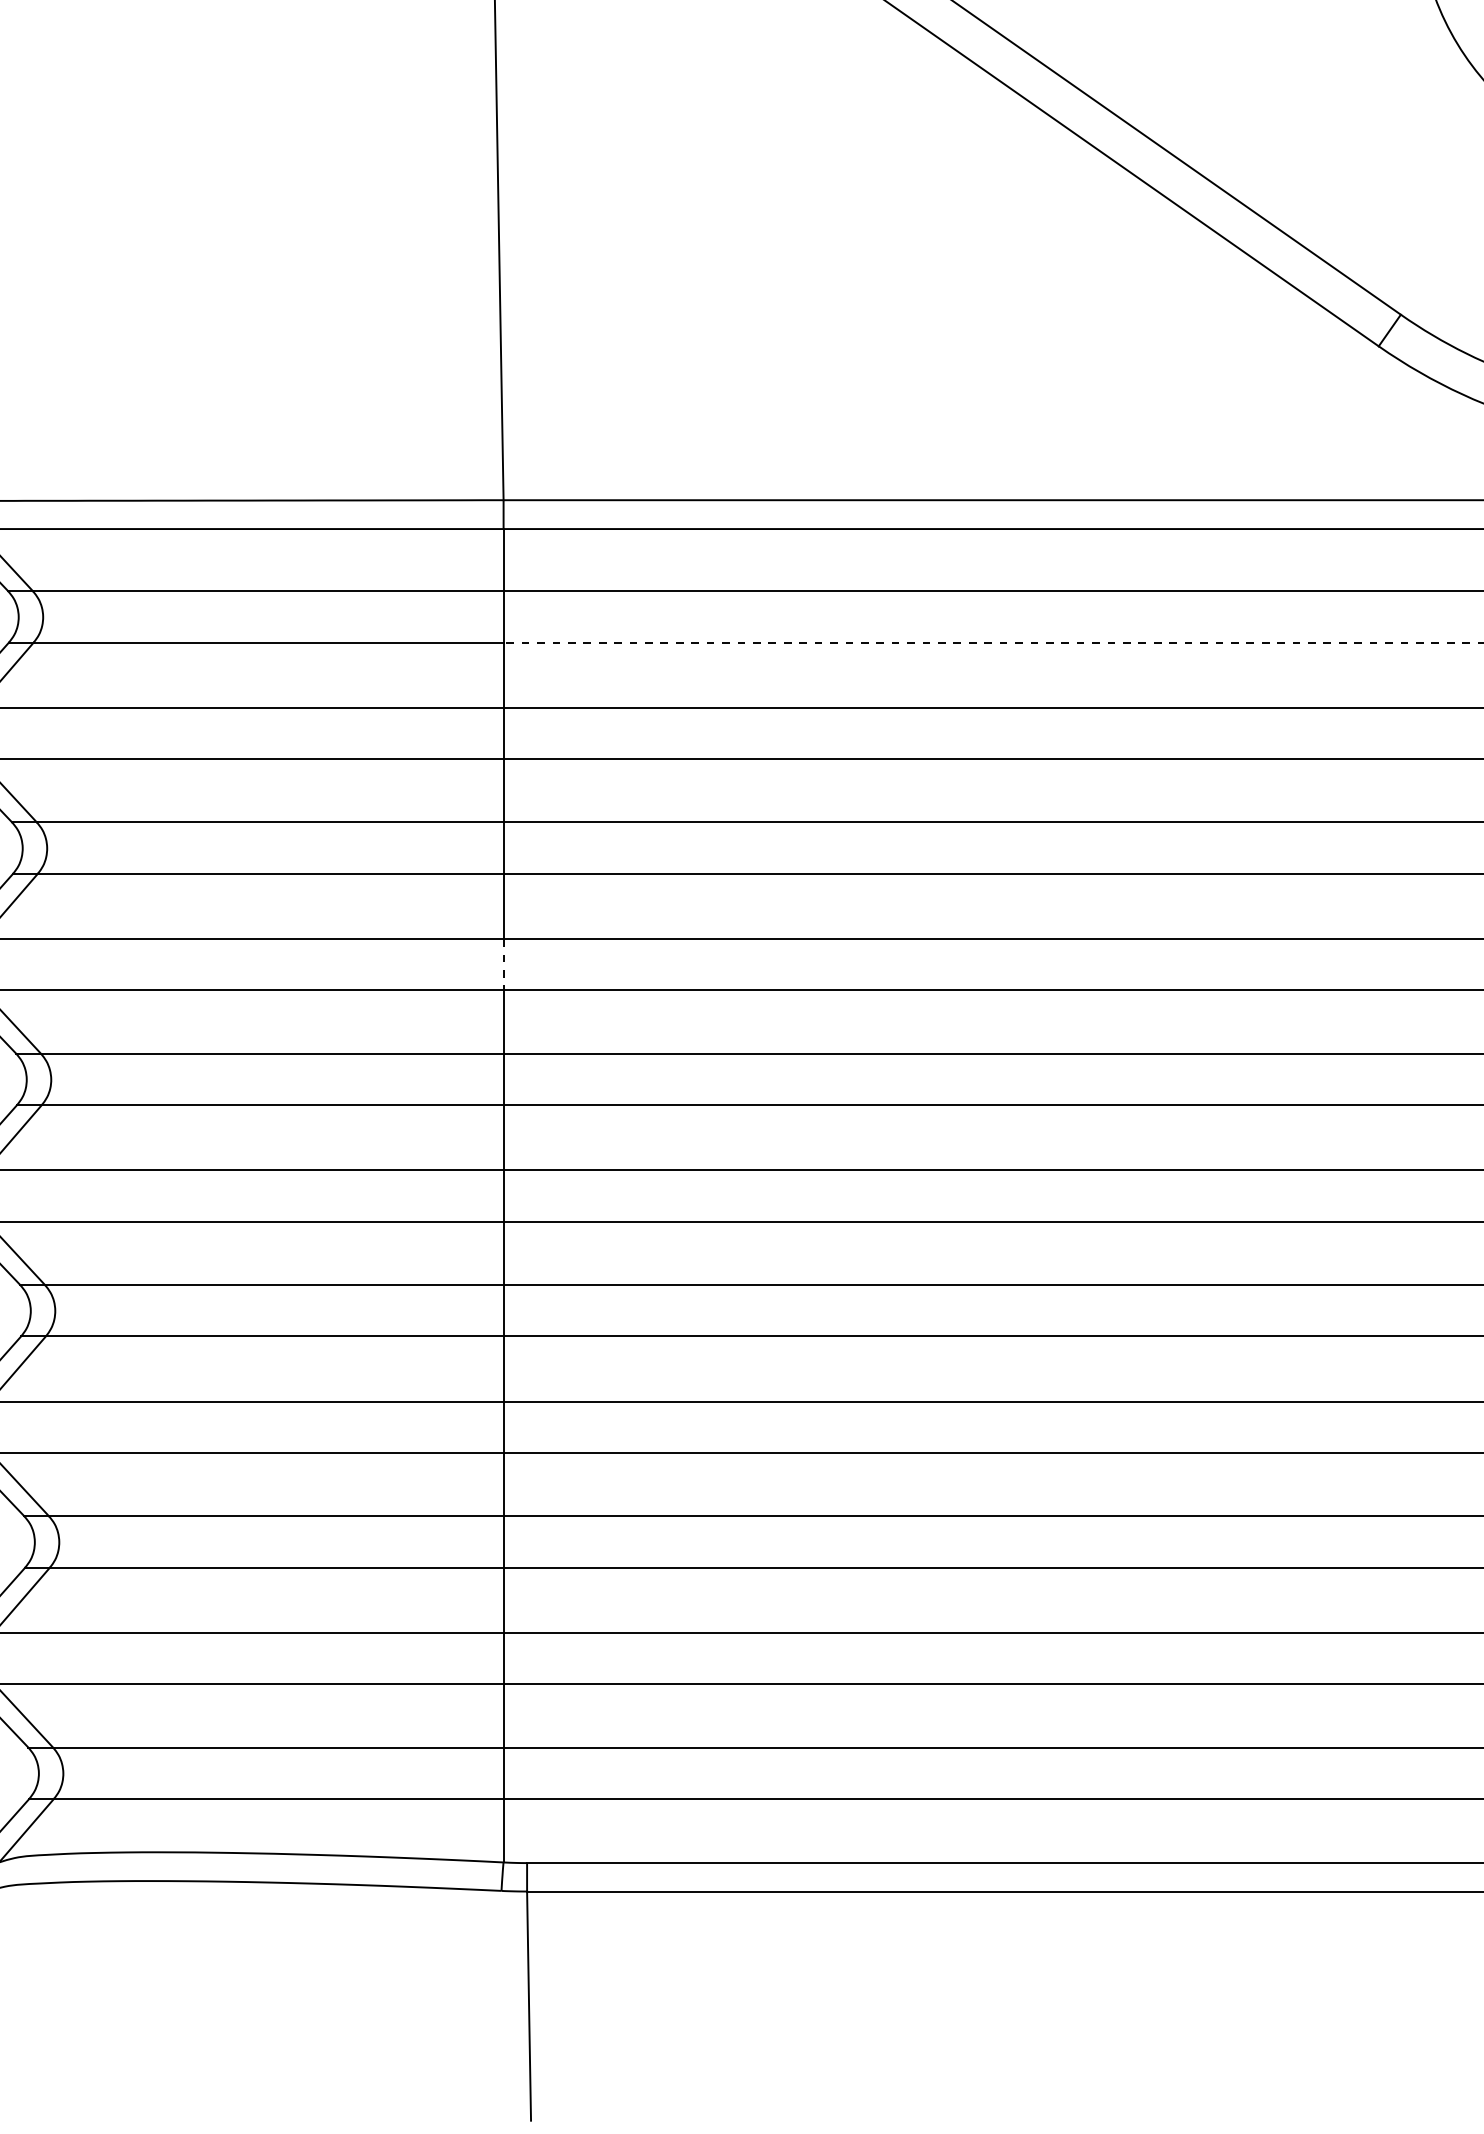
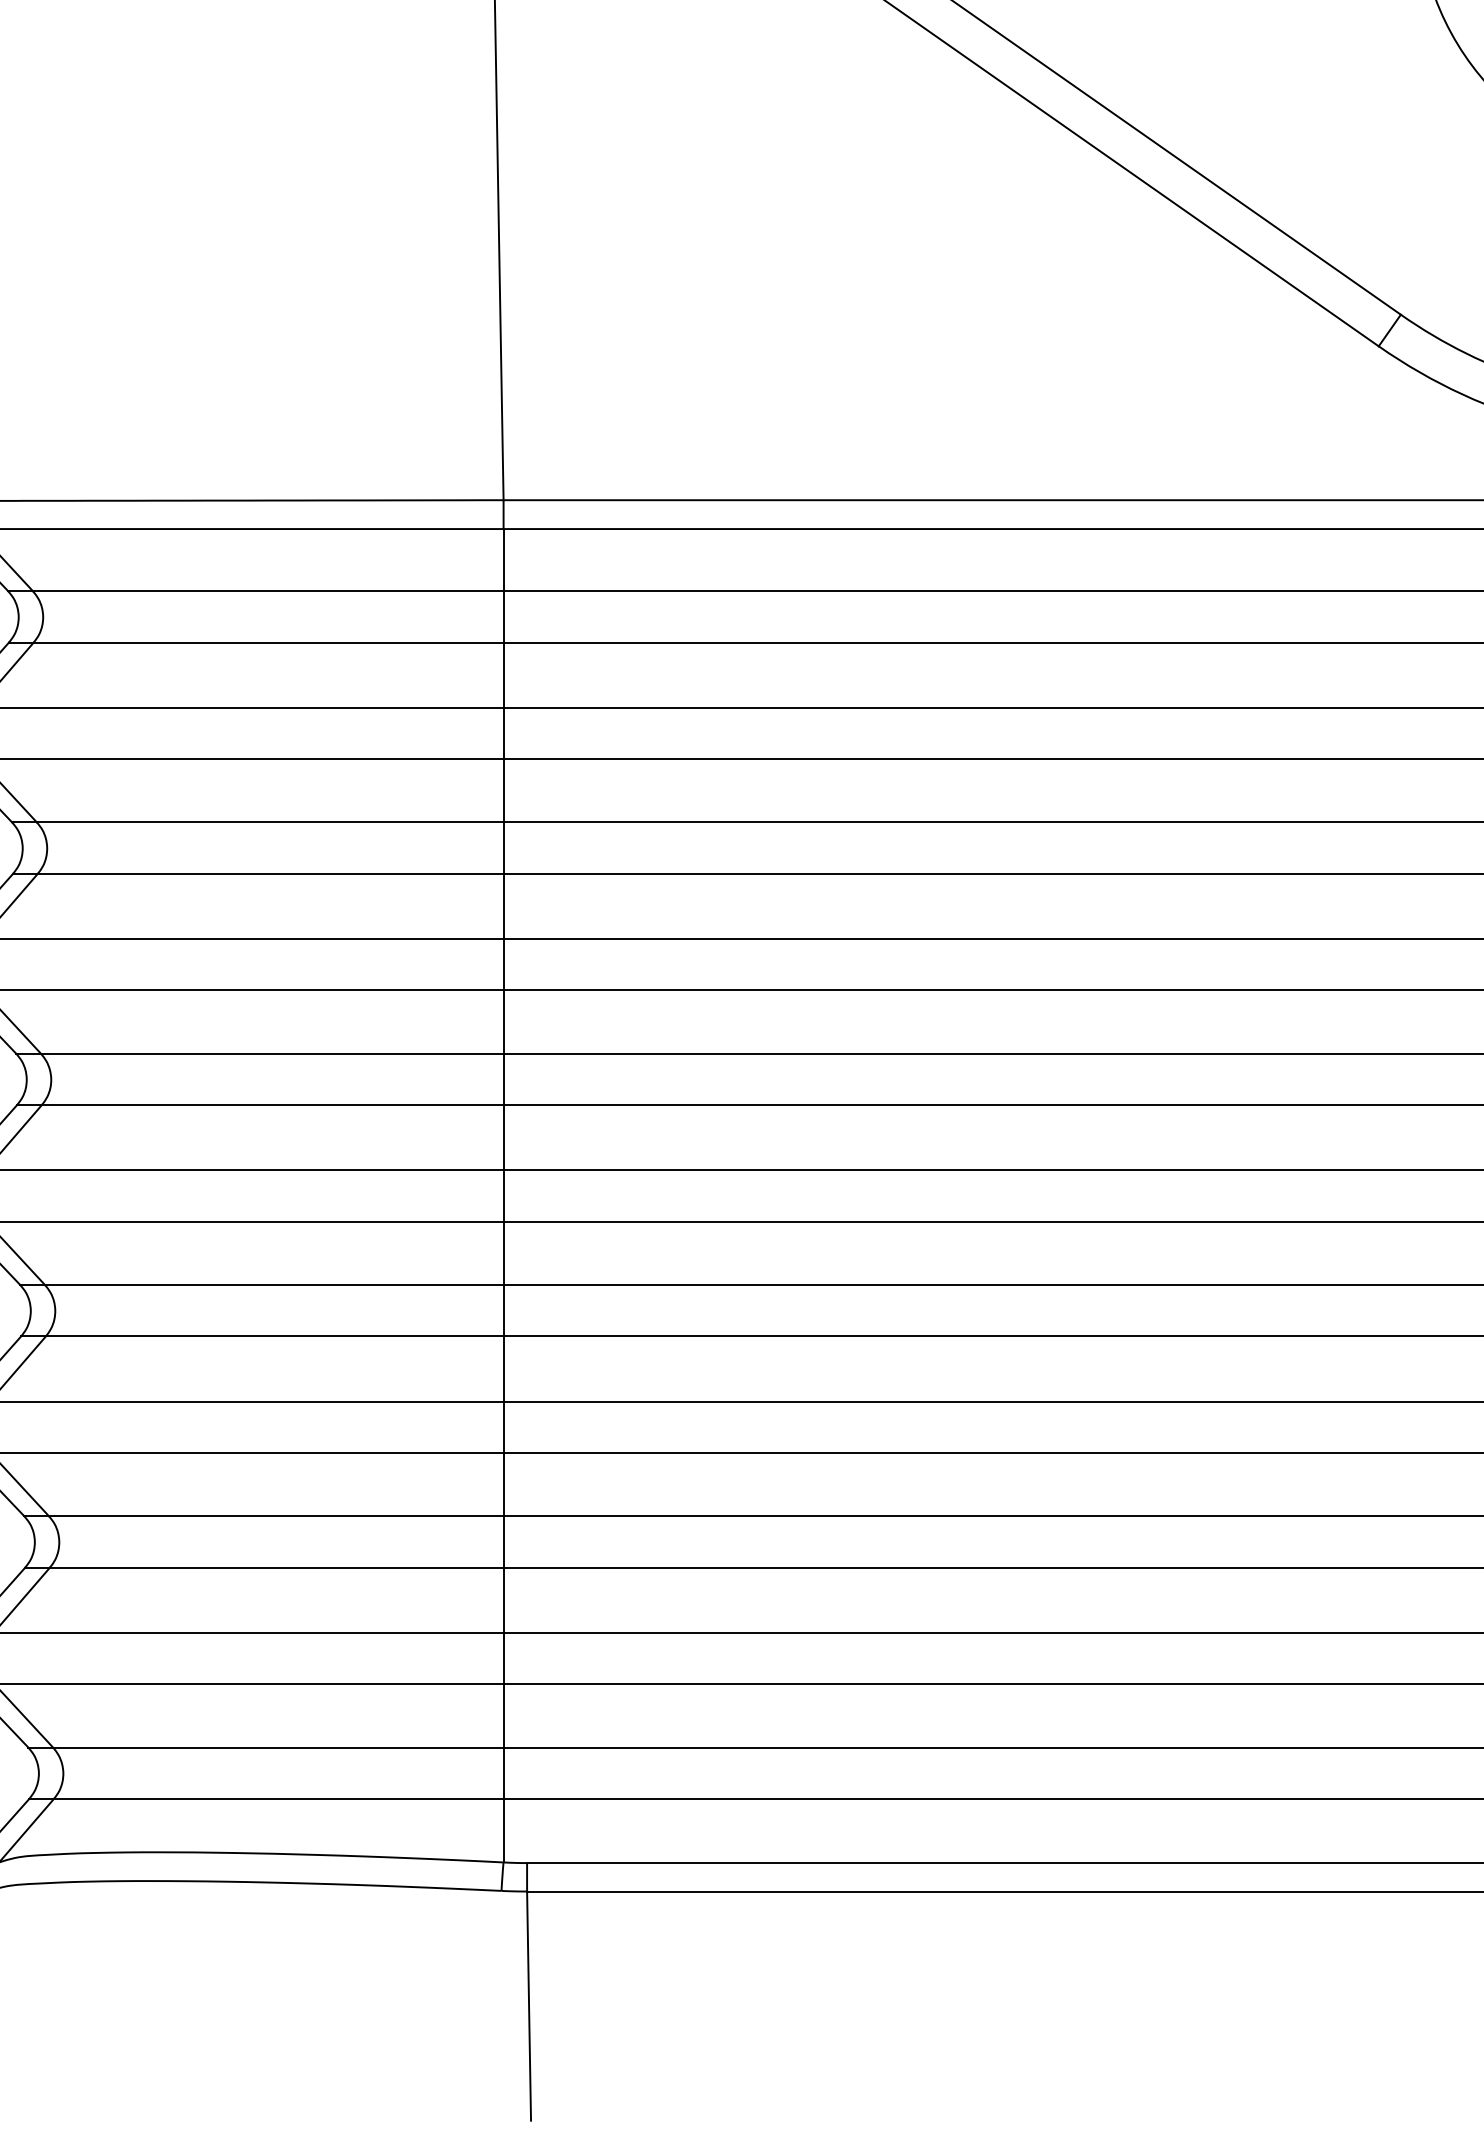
line at (993, 642): dashed -> solid
line at (503, 964): dashed -> solid
